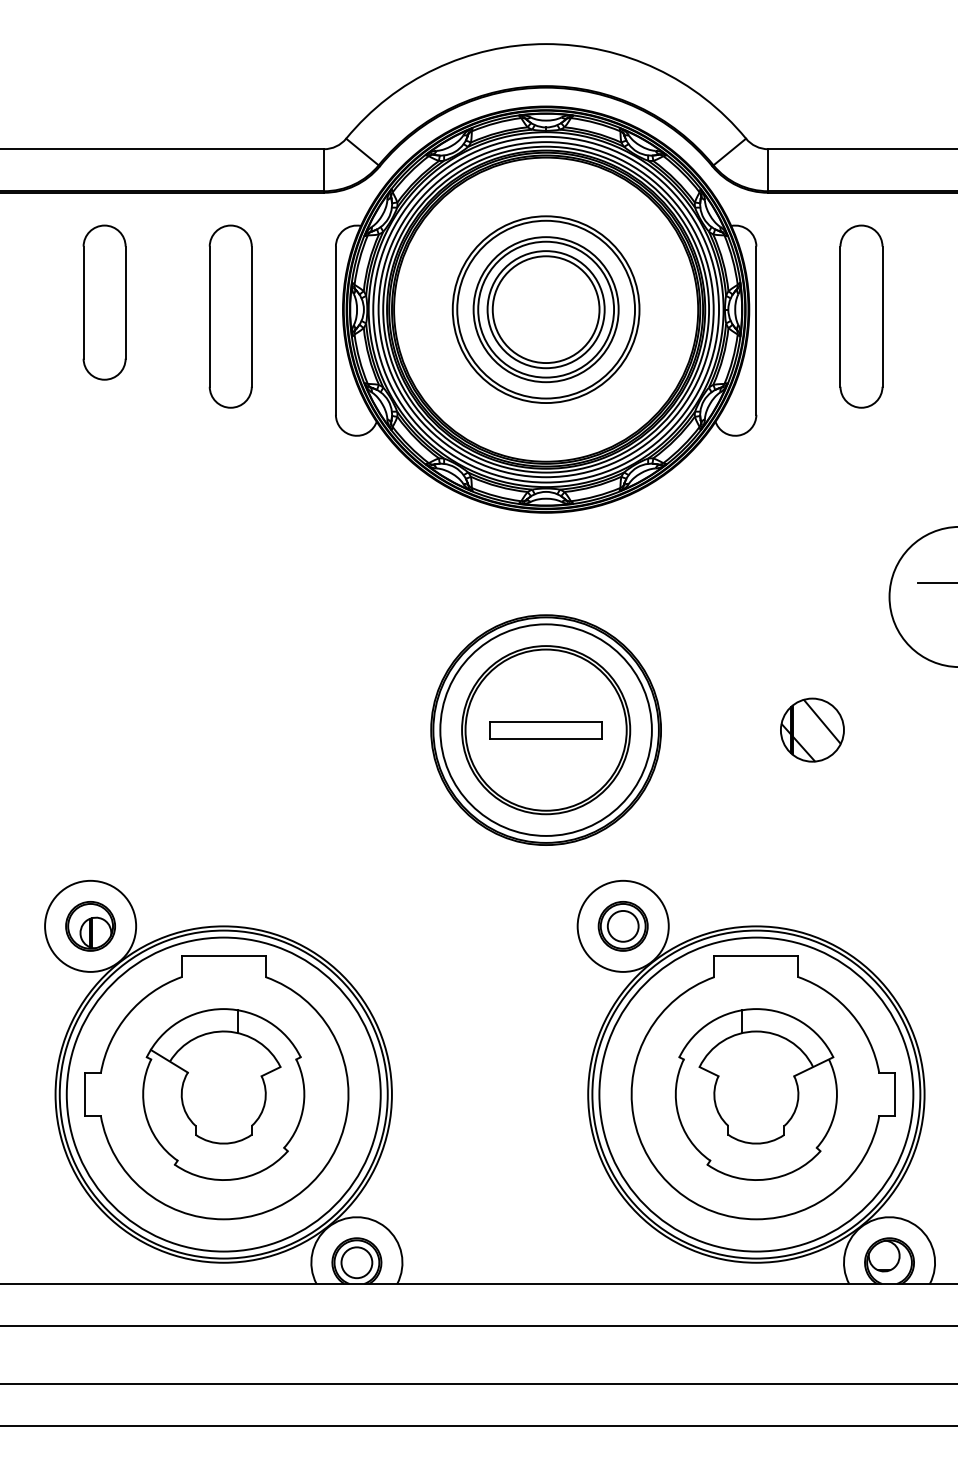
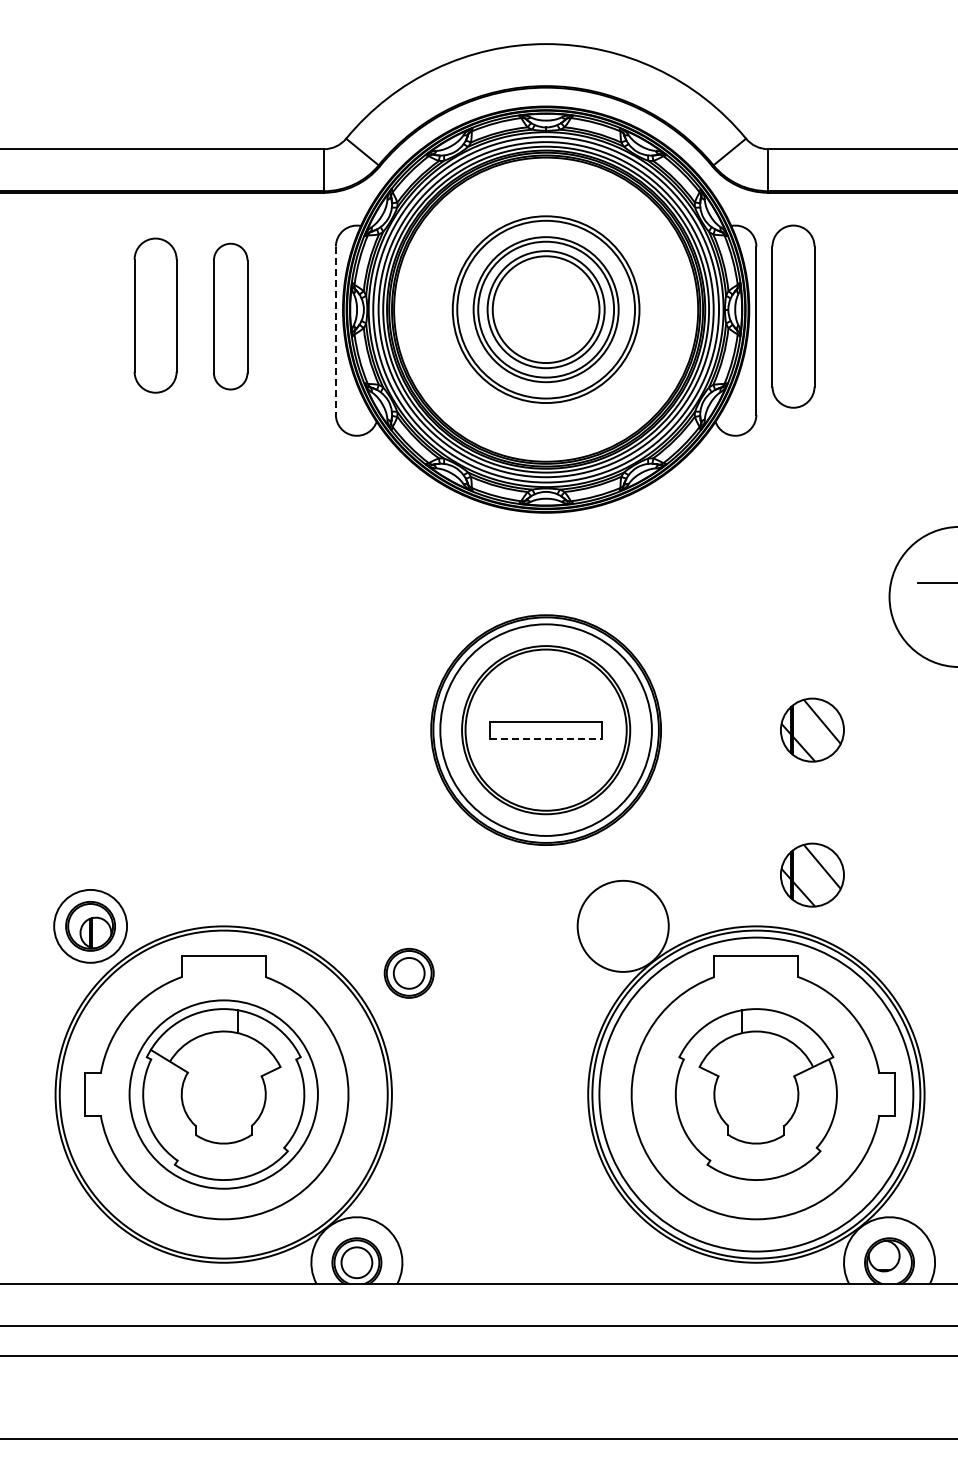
part at (104, 302) position: (104, 302) -> (155, 315)
part at (230, 316) size: 45x185 px -> 36x149 px
part at (861, 316) position: (861, 316) -> (793, 316)
line at (335, 331): solid -> dashed
line at (546, 738): solid -> dashed
part at (812, 874): none -> present
circle at (90, 925) diameter: 91 px -> 73 px
part at (622, 926) position: (622, 926) -> (408, 973)
circle at (223, 1094) diameter: 314 px -> 188 px
line at (478, 1383) position: (478, 1383) -> (478, 1355)
line at (478, 1425) position: (478, 1425) -> (478, 1438)
